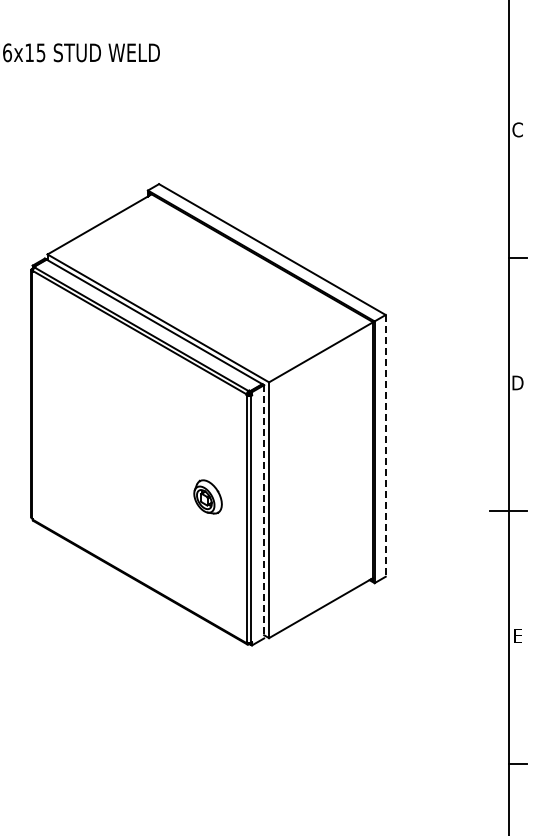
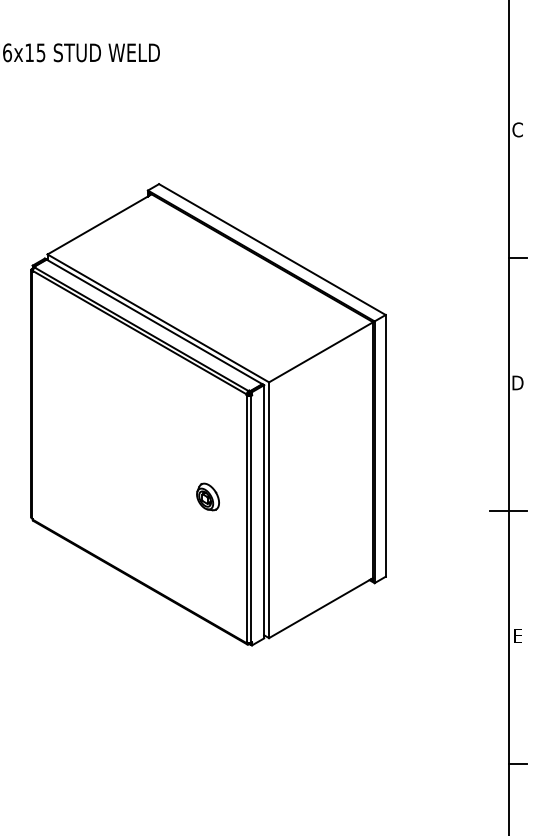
line at (385, 445): dashed -> solid
part at (207, 496) size: 30x36 px -> 24x30 px
line at (264, 511): dashed -> solid
